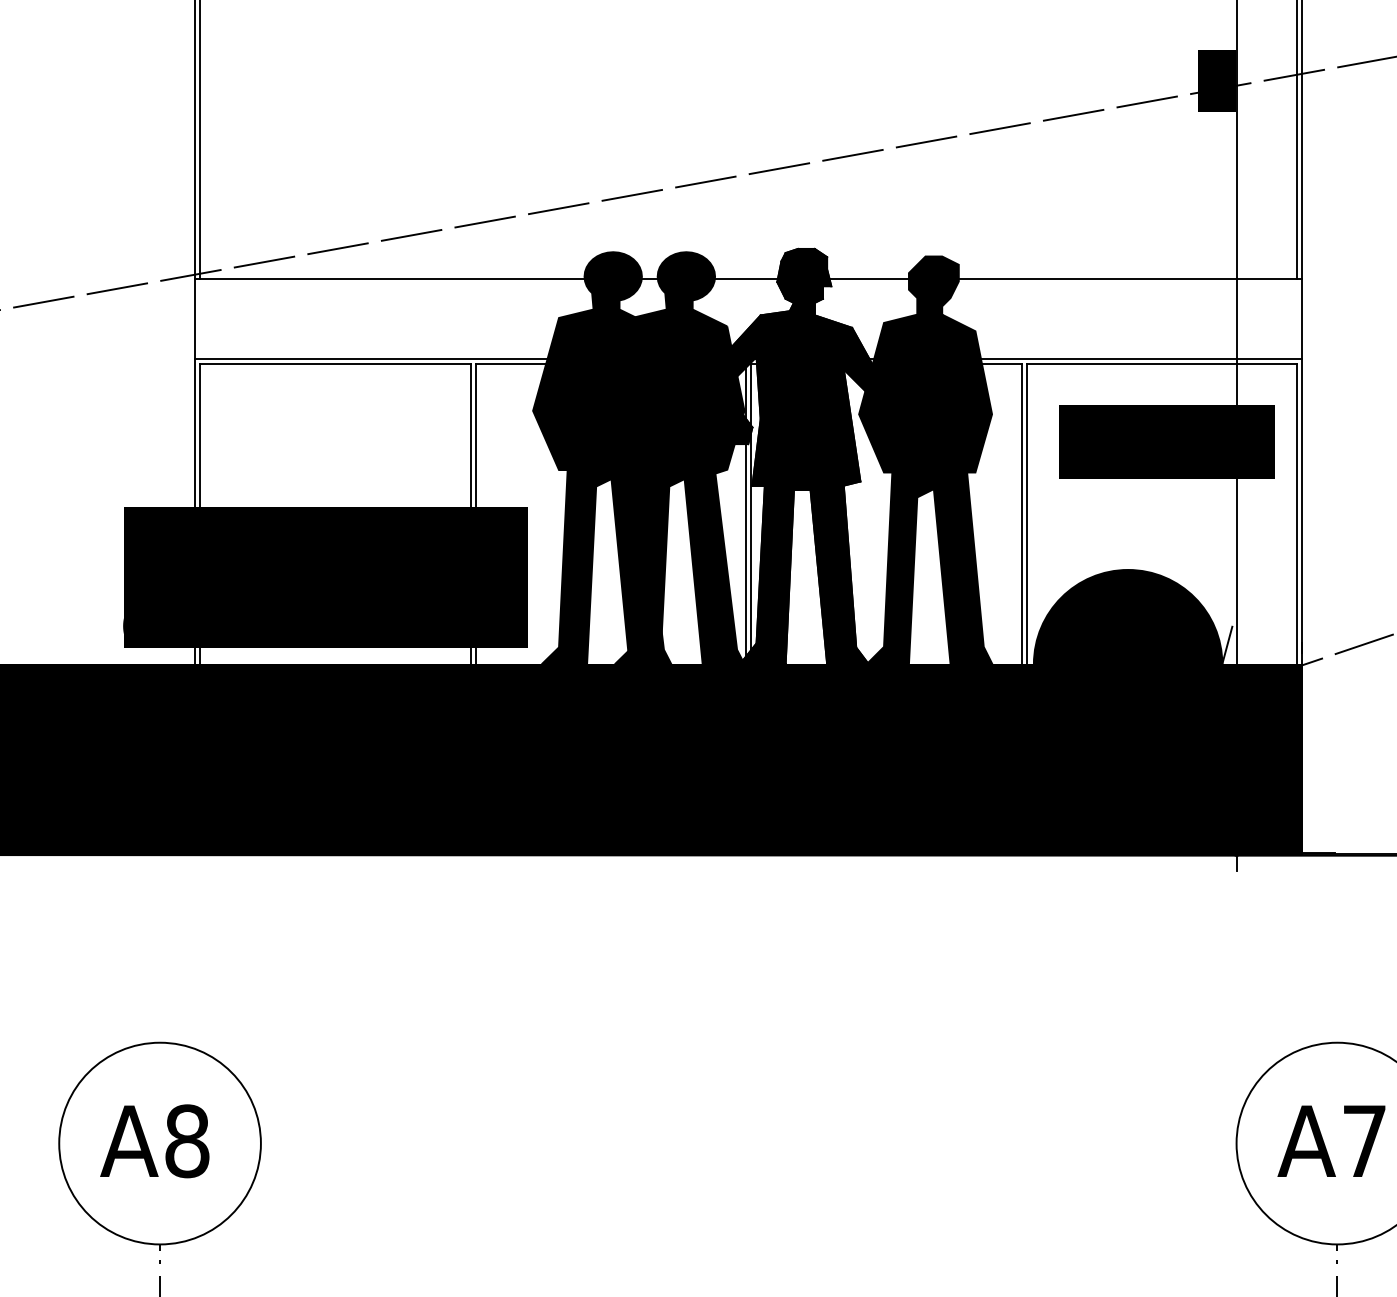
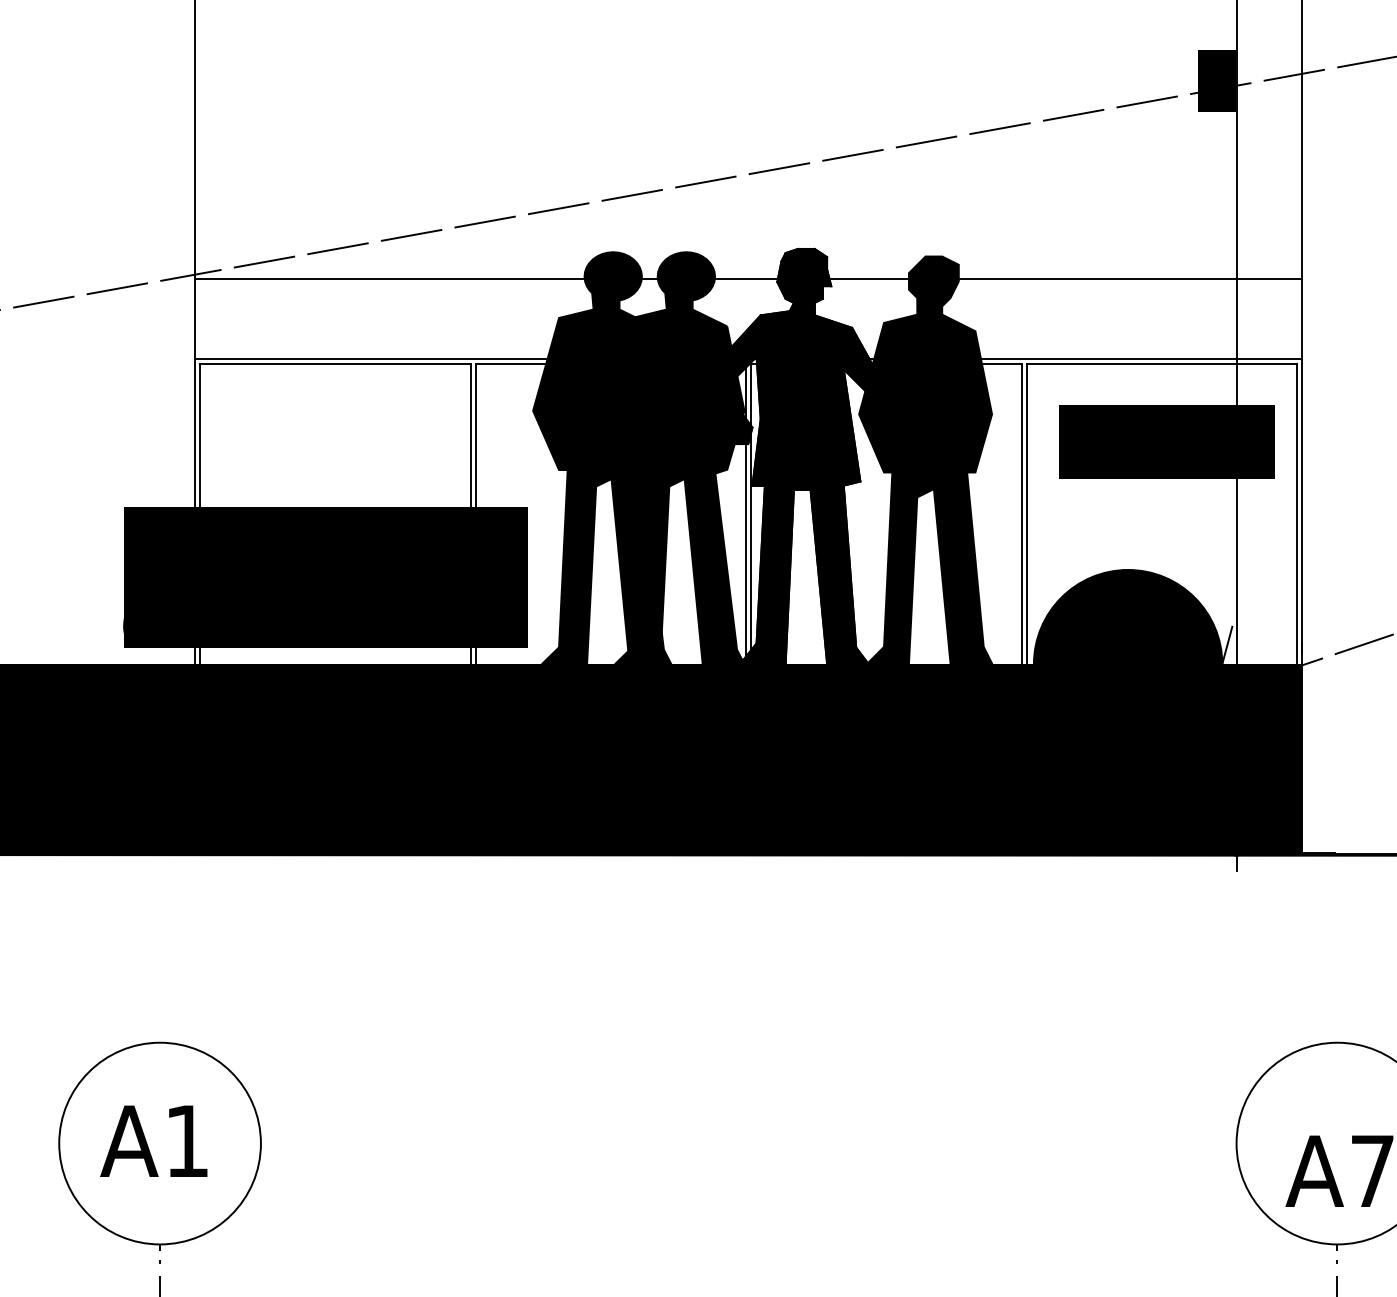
line at (200, 140): present -> none
line at (1297, 140): present -> none
text at (1331, 1140) position: (1331, 1140) -> (1339, 1170)
text at (187, 1141): A8 -> A1
